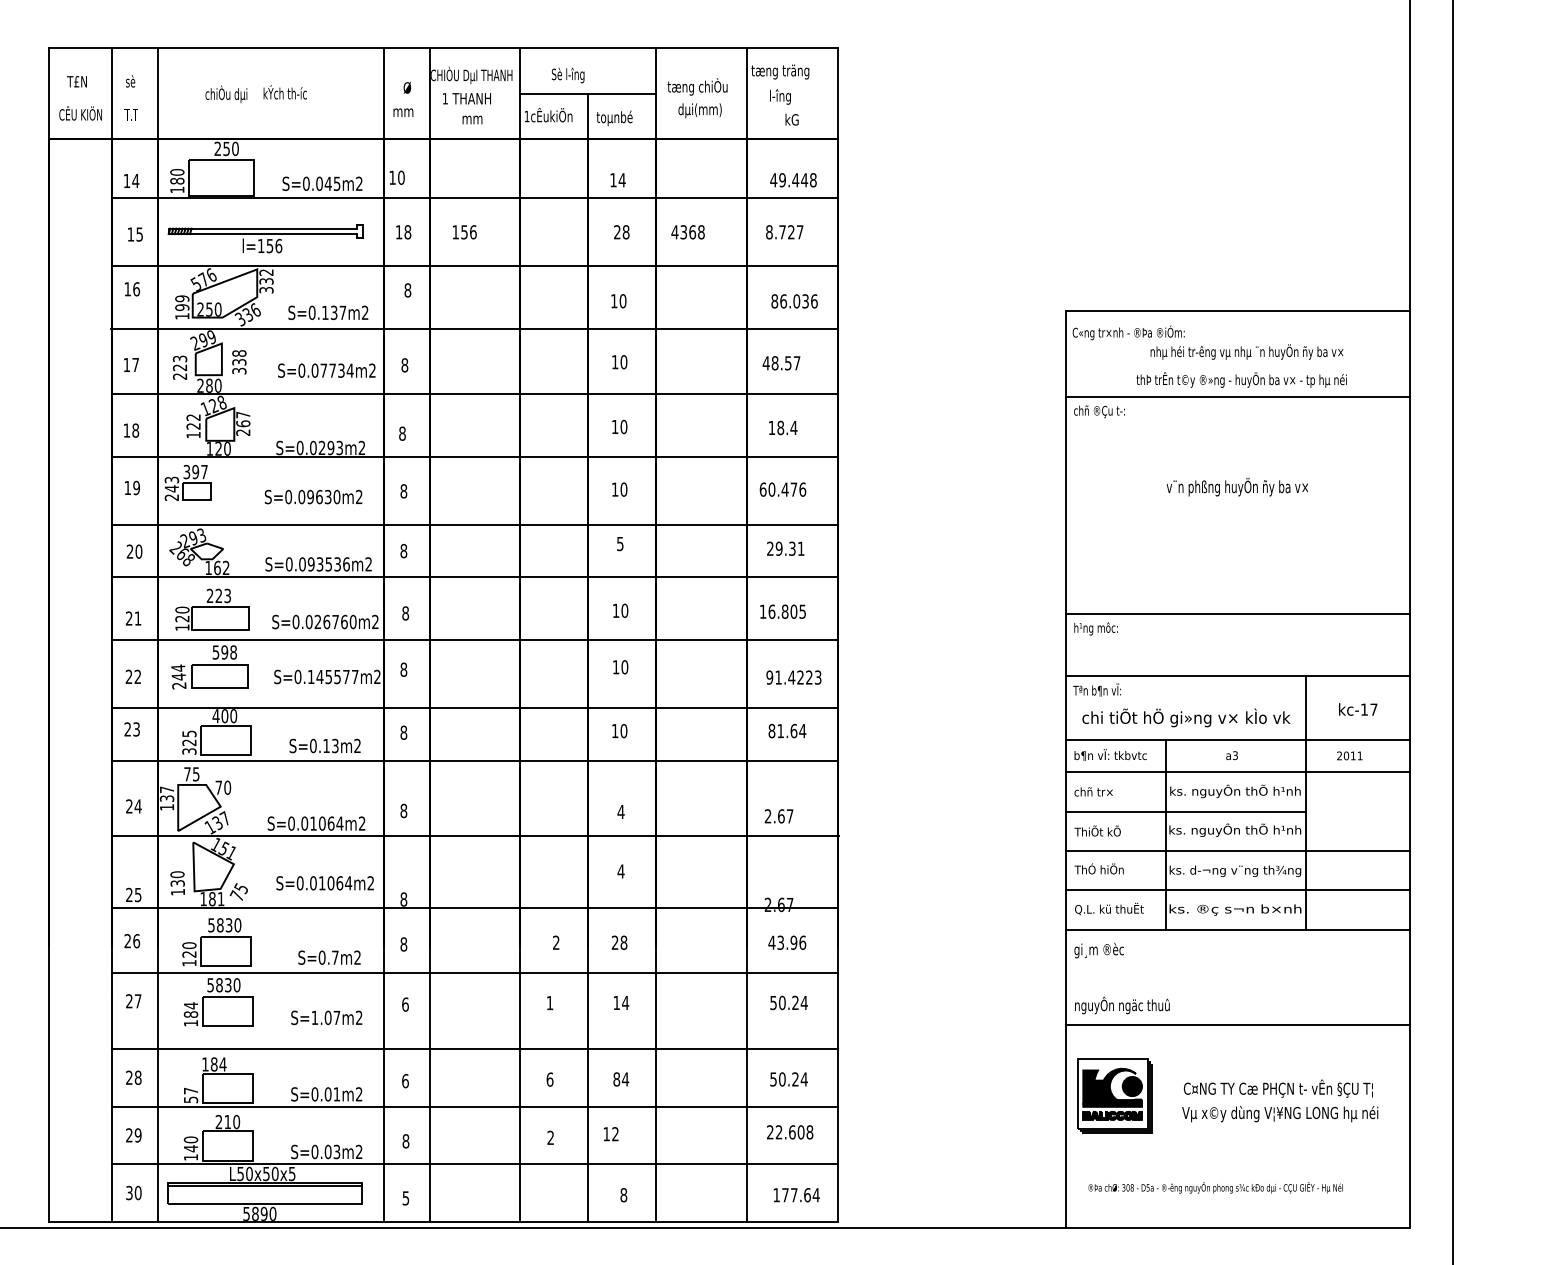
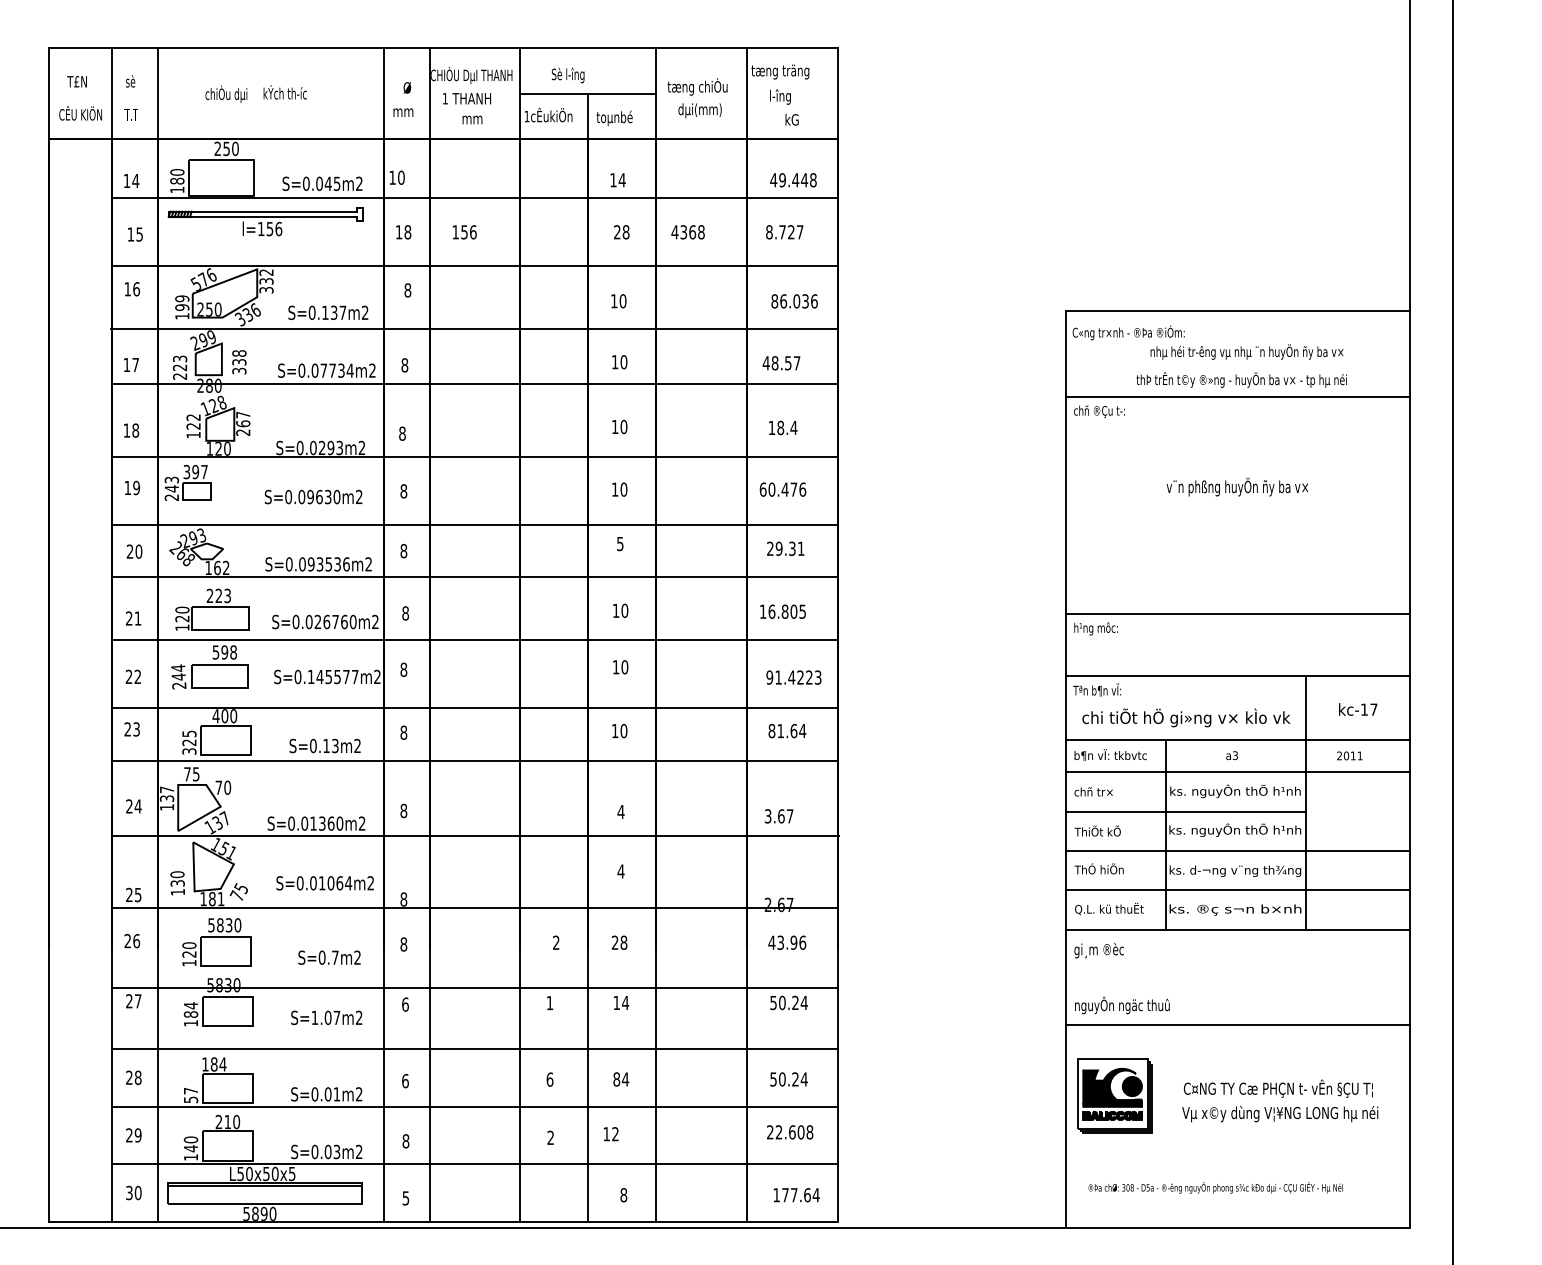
part at (265, 238) position: (265, 238) -> (265, 221)
line at (474, 393) position: (474, 393) -> (474, 383)
text at (767, 816): 2.67 -> 3.67
text at (331, 823): S=0.01064m2 -> S=0.01360m2
line at (474, 972) position: (474, 972) -> (474, 987)
